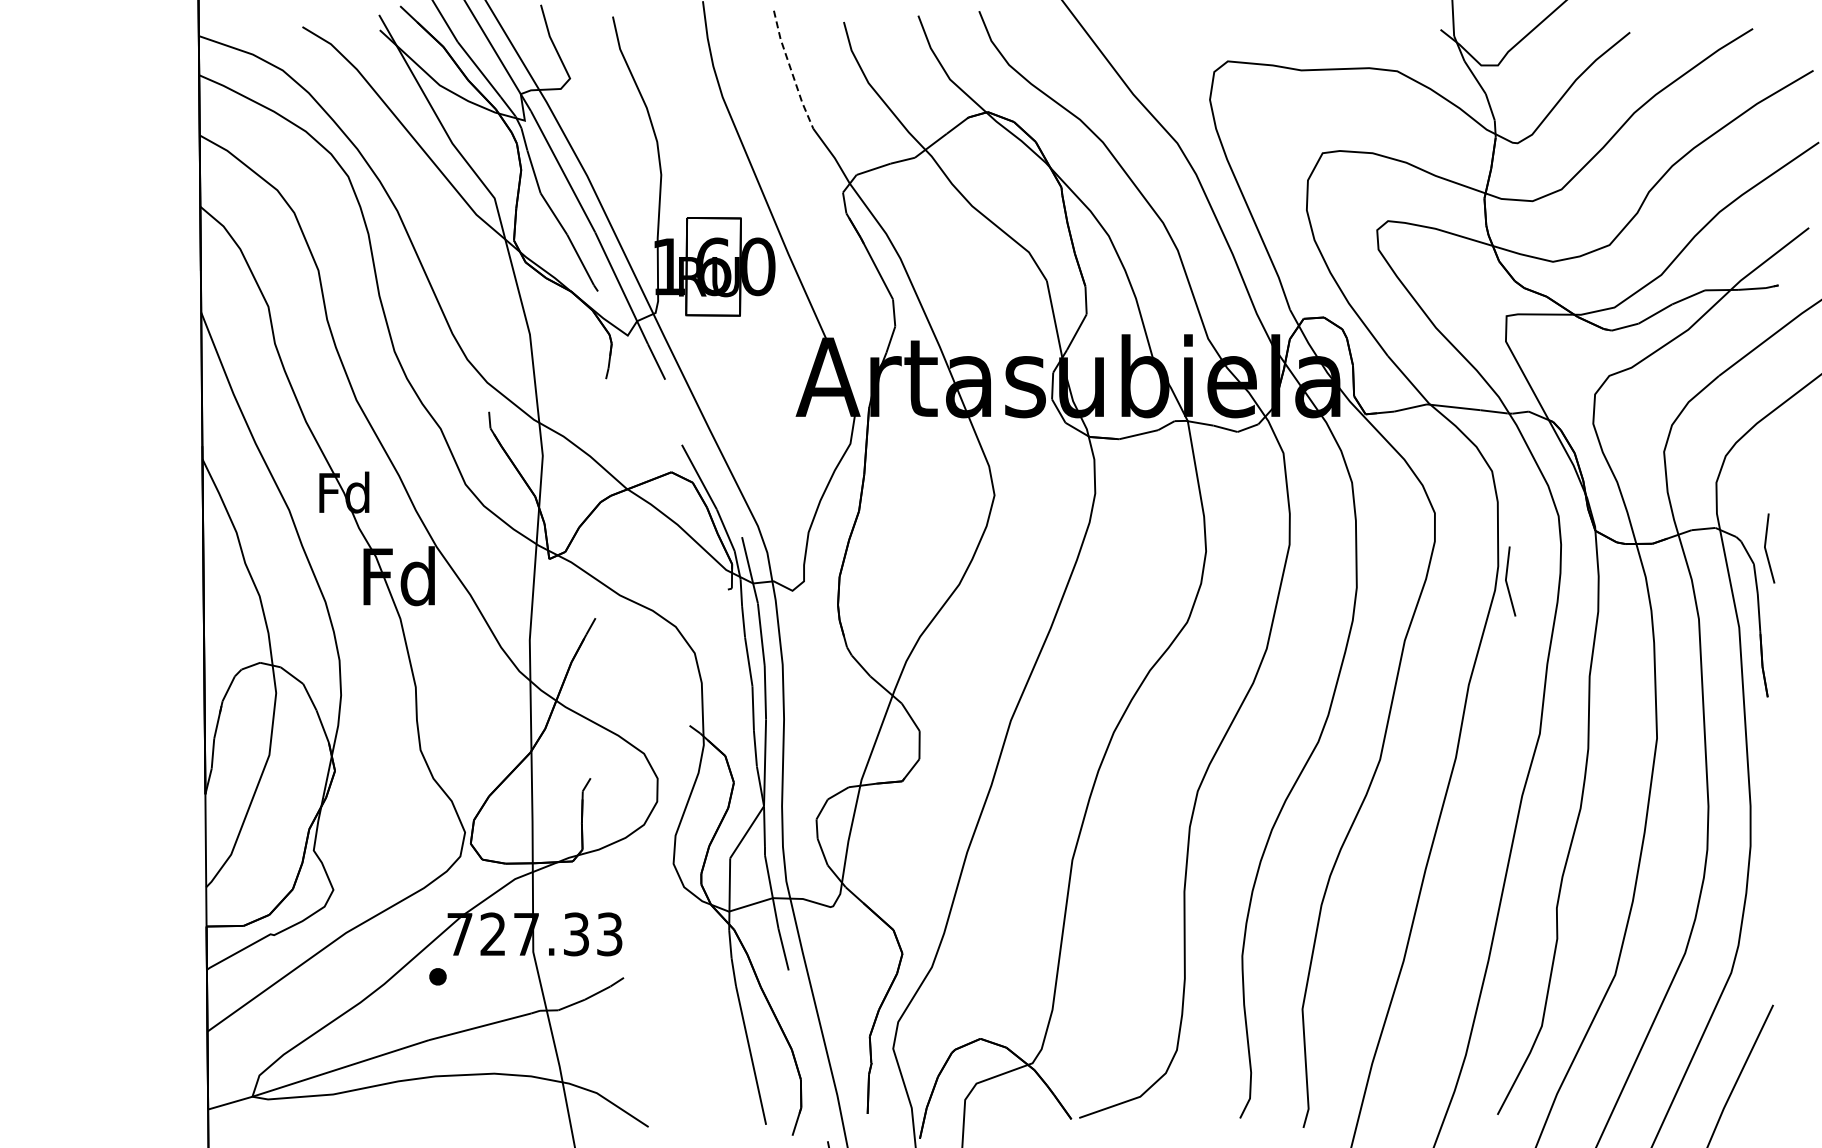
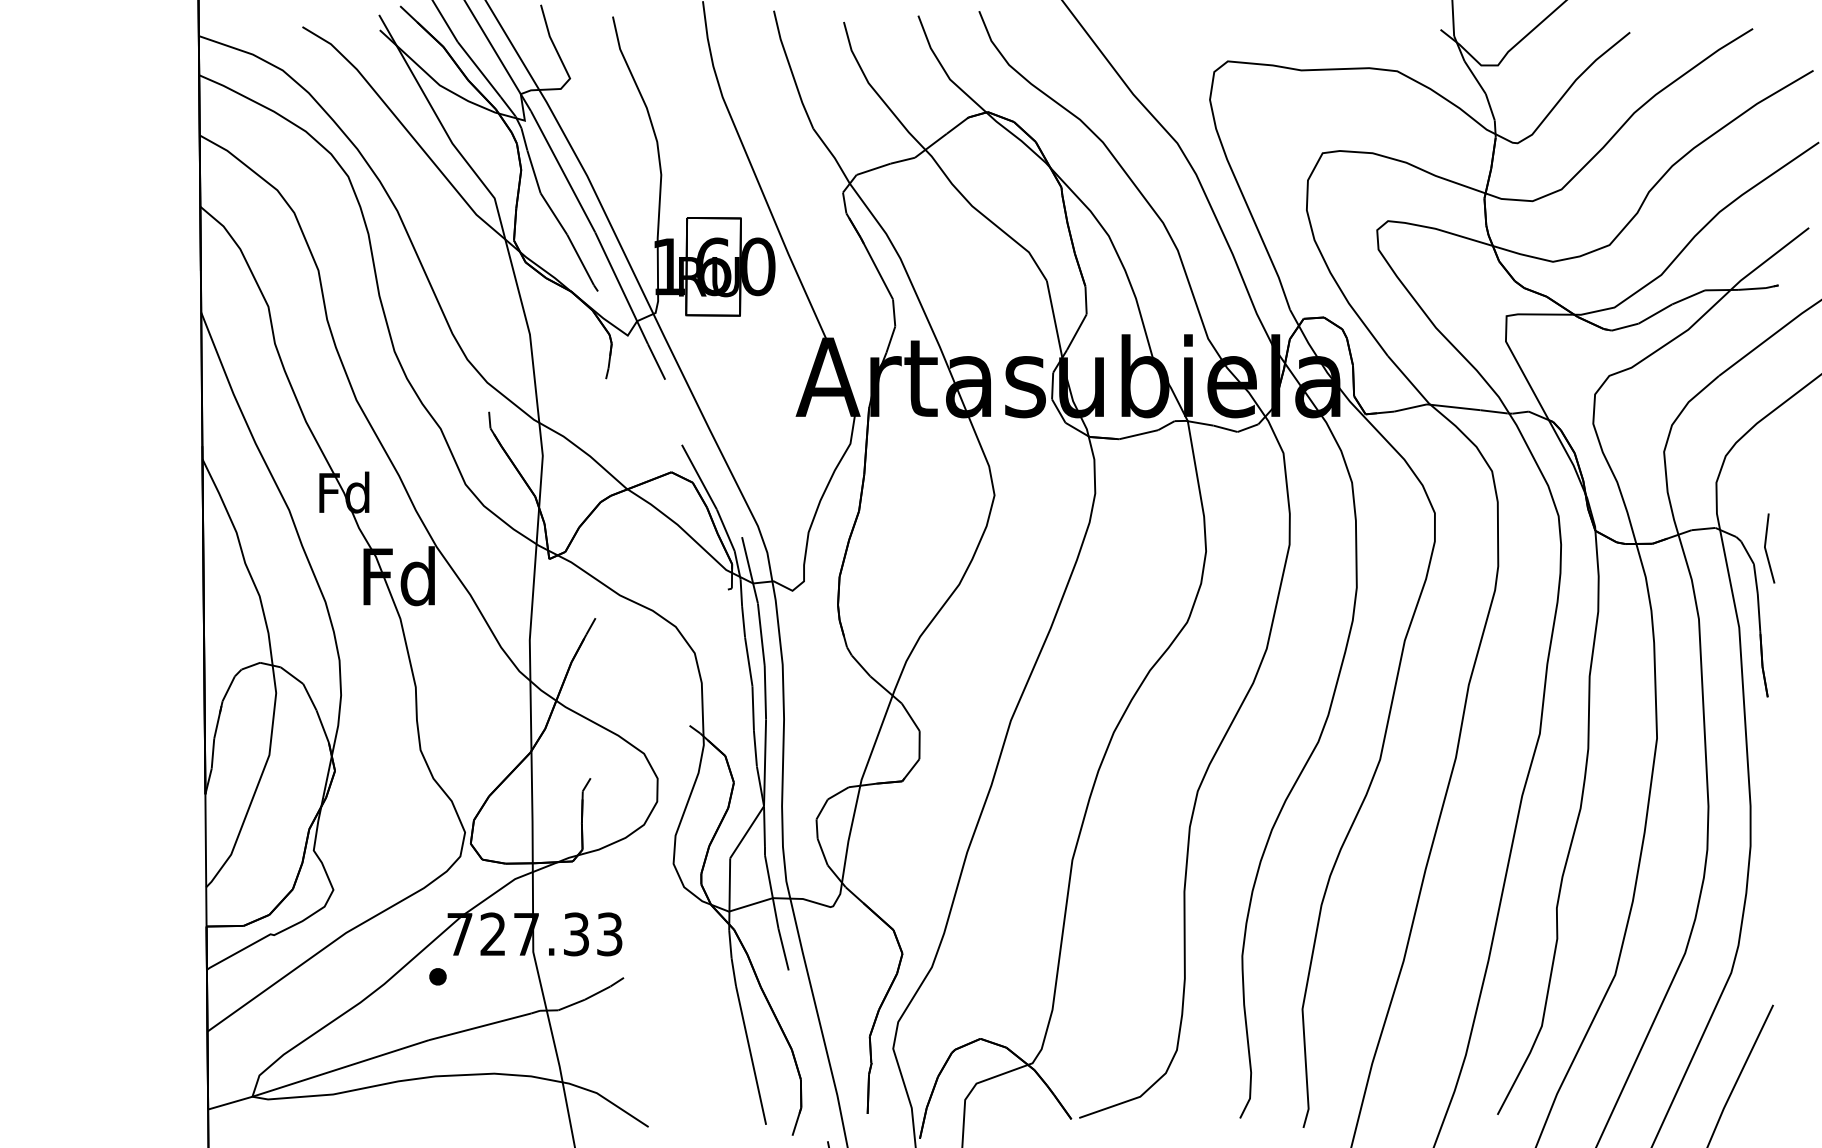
line at (791, 70): dashed -> solid
line at (1507, 581): present -> none
